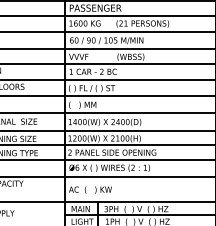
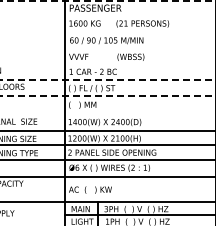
line at (108, 0): solid -> dashed
line at (107, 16): present -> none
line at (107, 32): present -> none
line at (107, 48): present -> none
line at (107, 64): present -> none
line at (108, 80): solid -> dashed
line at (108, 96): solid -> dashed
line at (107, 113): present -> none
